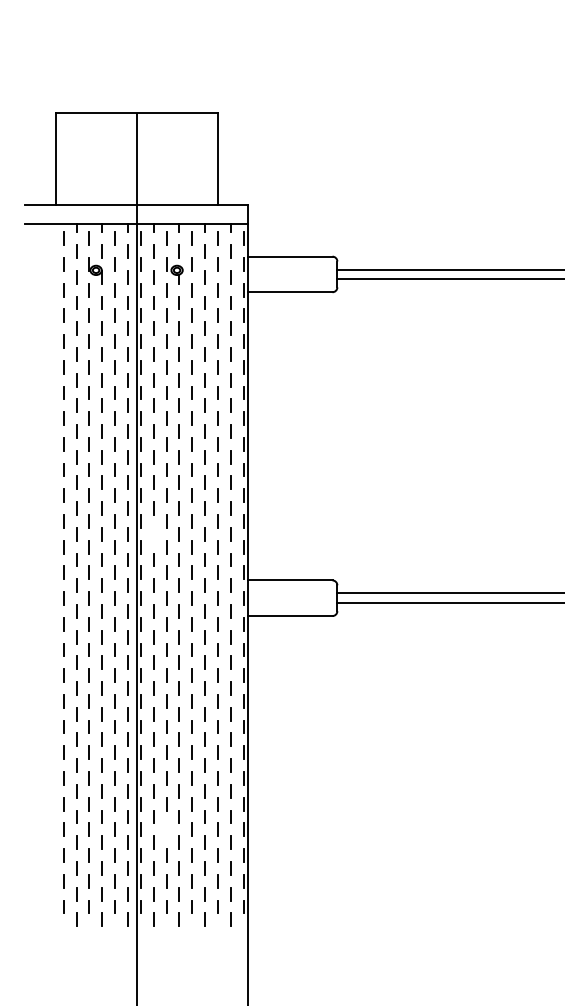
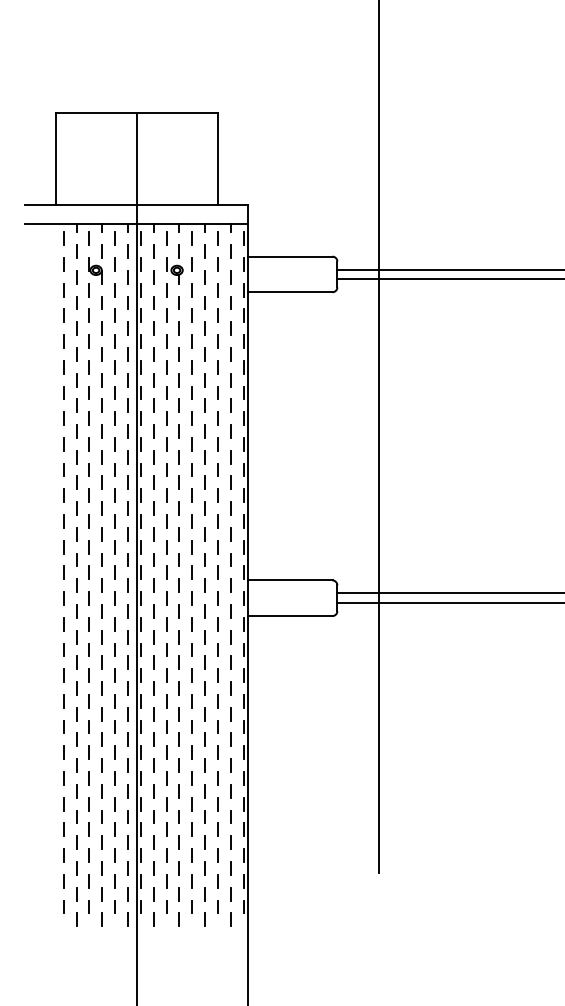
line at (379, 437): none -> present
line at (153, 534): none -> present
line at (166, 829): none -> present
